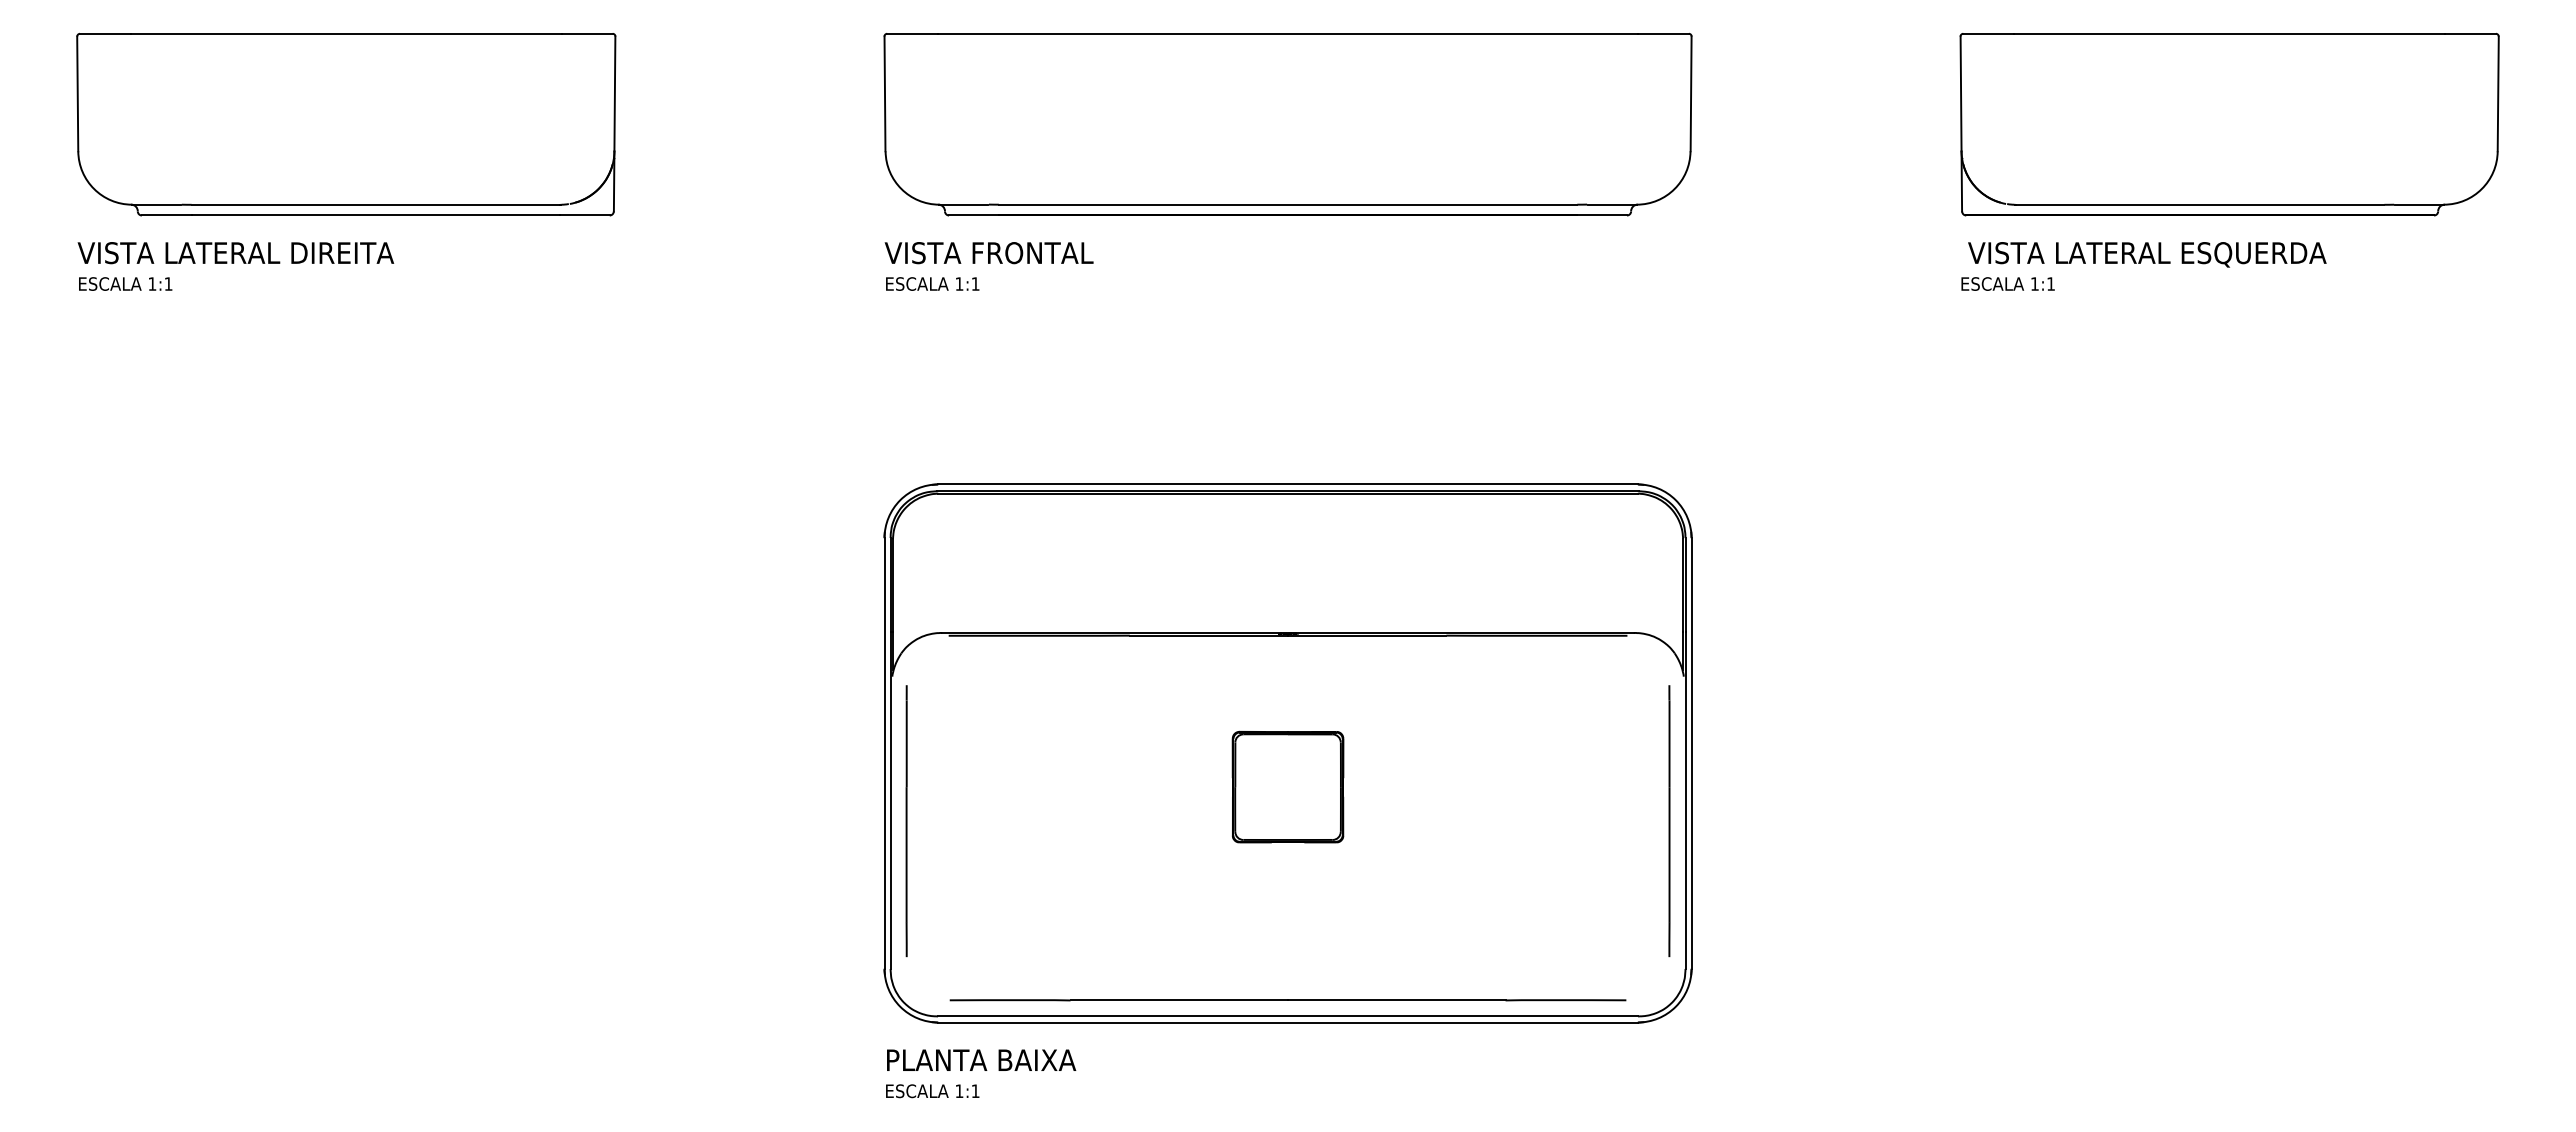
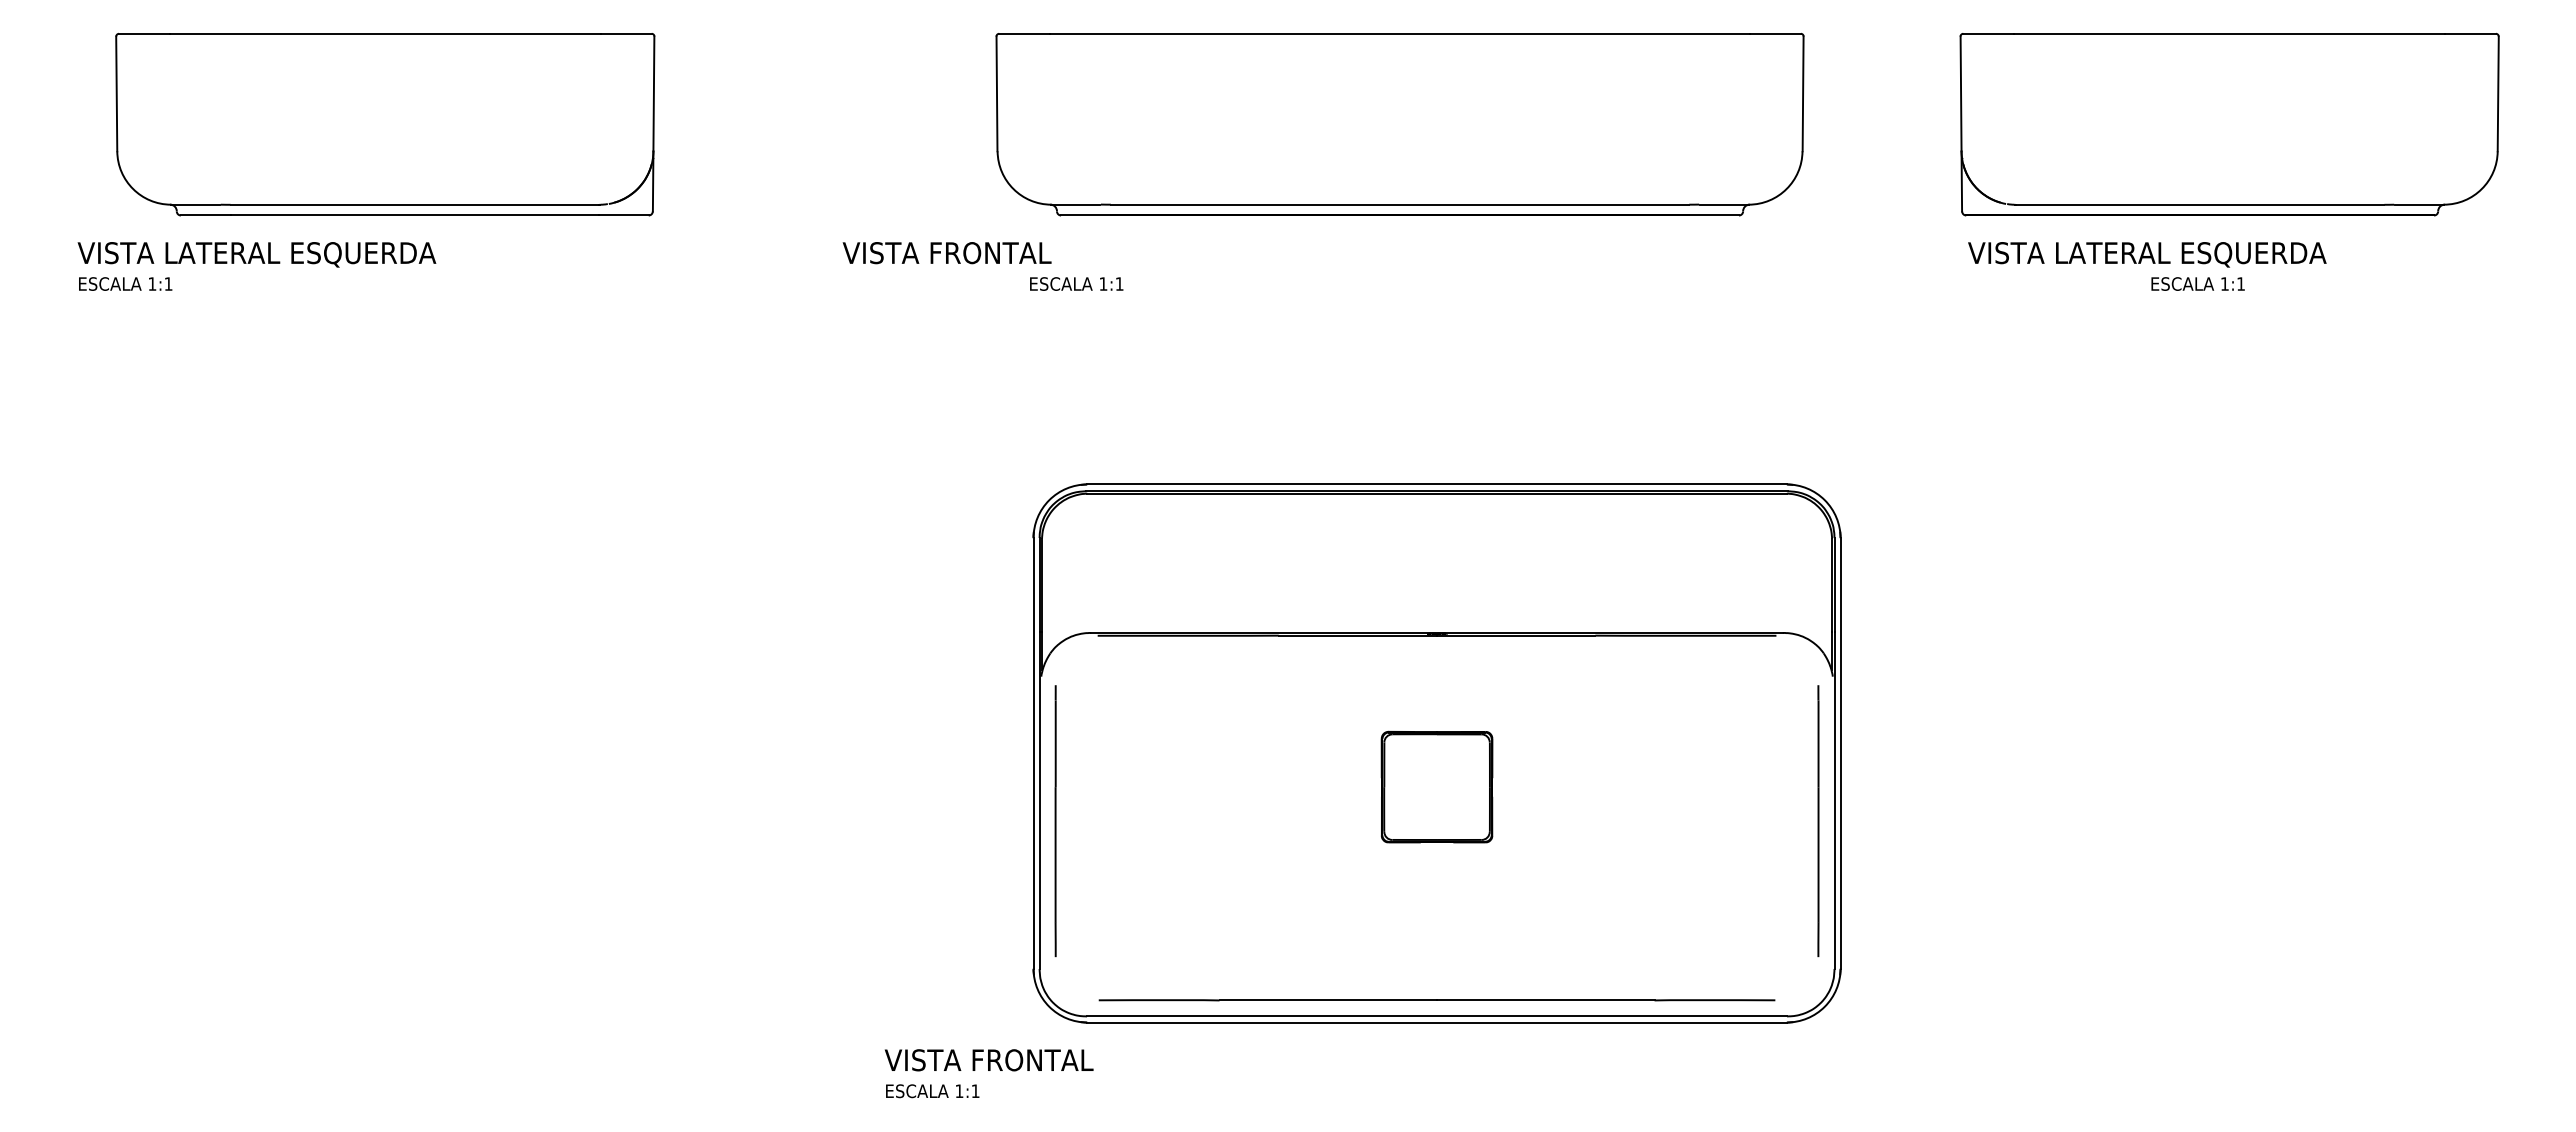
part at (346, 124) position: (346, 124) -> (385, 124)
part at (1287, 124) position: (1287, 124) -> (1399, 124)
text at (988, 253) position: (988, 253) -> (946, 253)
text at (365, 254): VISTA LATERAL DIREITA -> VISTA LATERAL ESQUERDA
text at (932, 283) position: (932, 283) -> (1076, 283)
text at (2007, 283) position: (2007, 283) -> (2197, 283)
part at (1287, 753) position: (1287, 753) -> (1436, 753)
text at (988, 1060): PLANTA BAIXA -> VISTA FRONTAL
